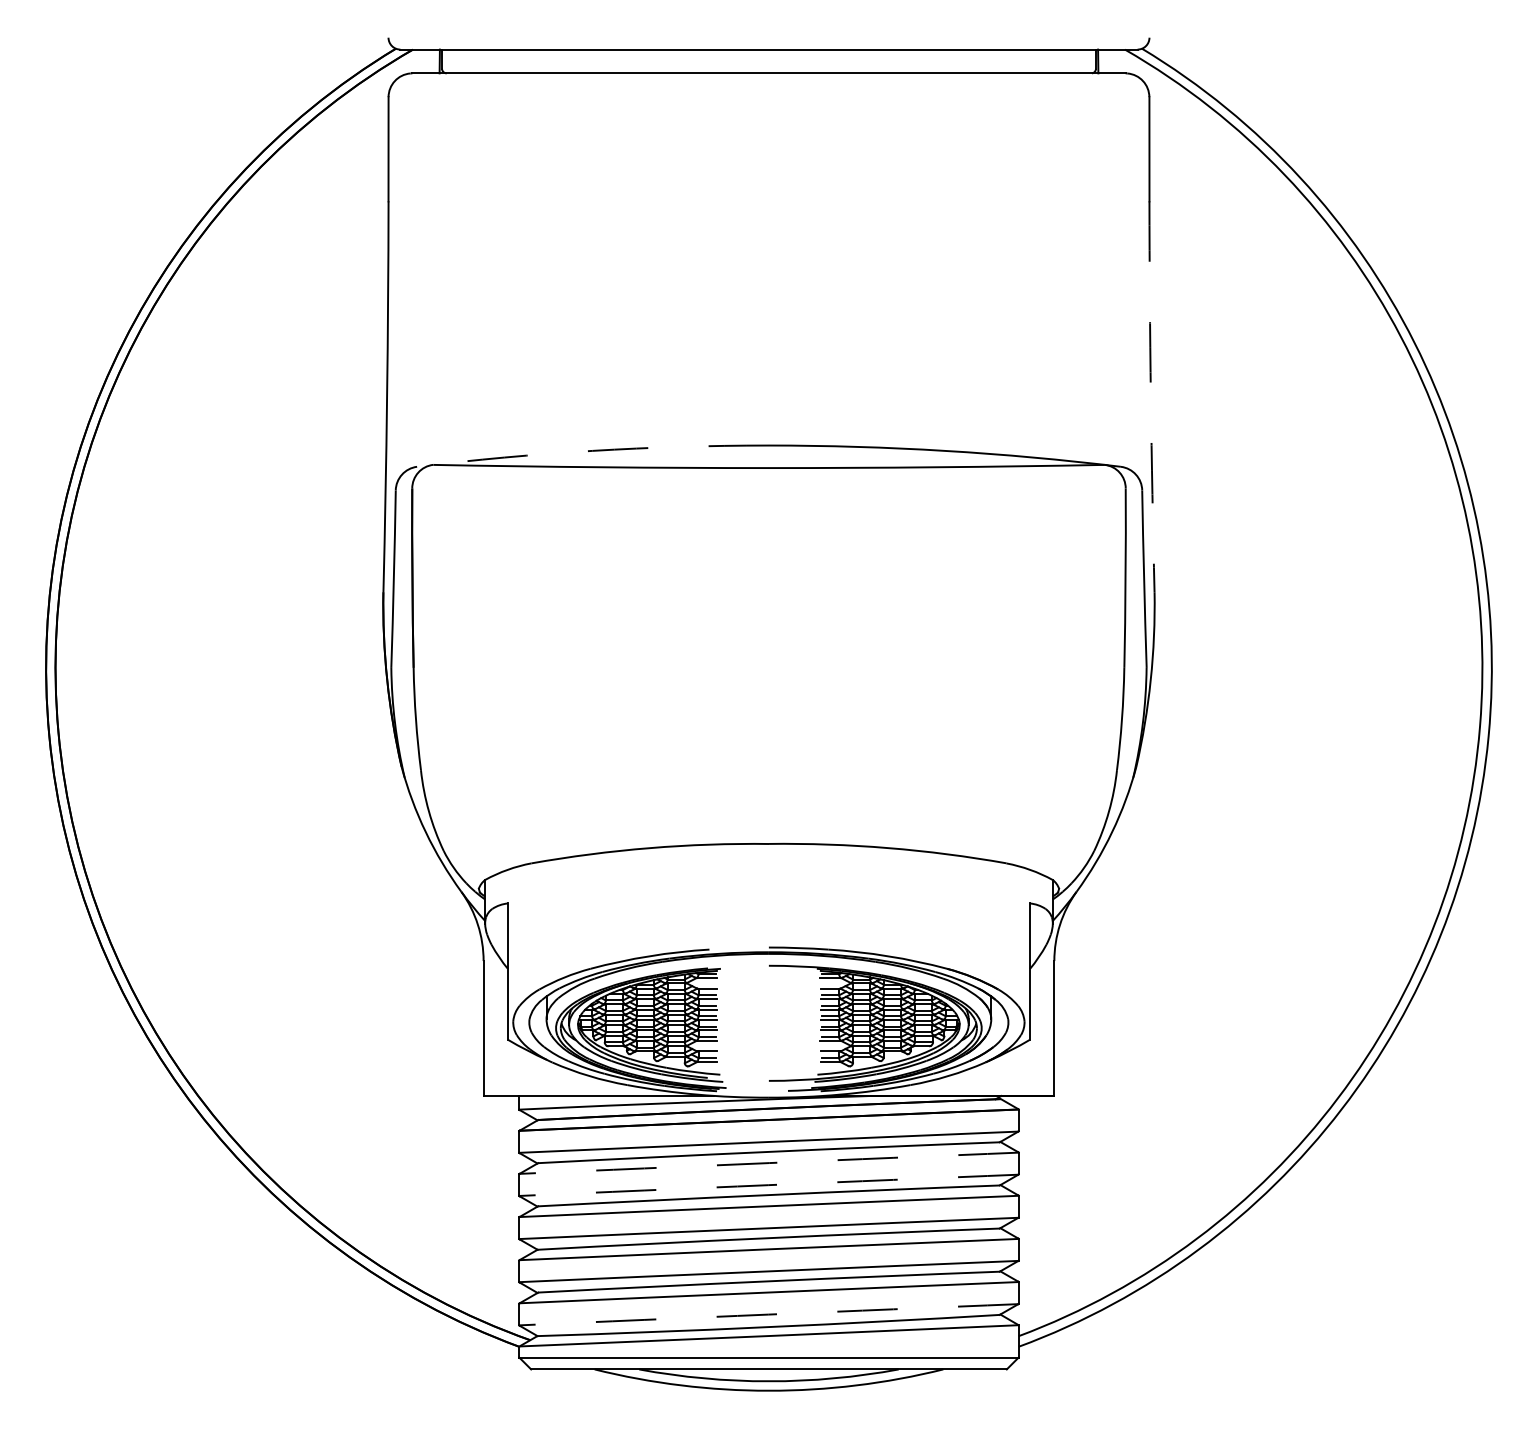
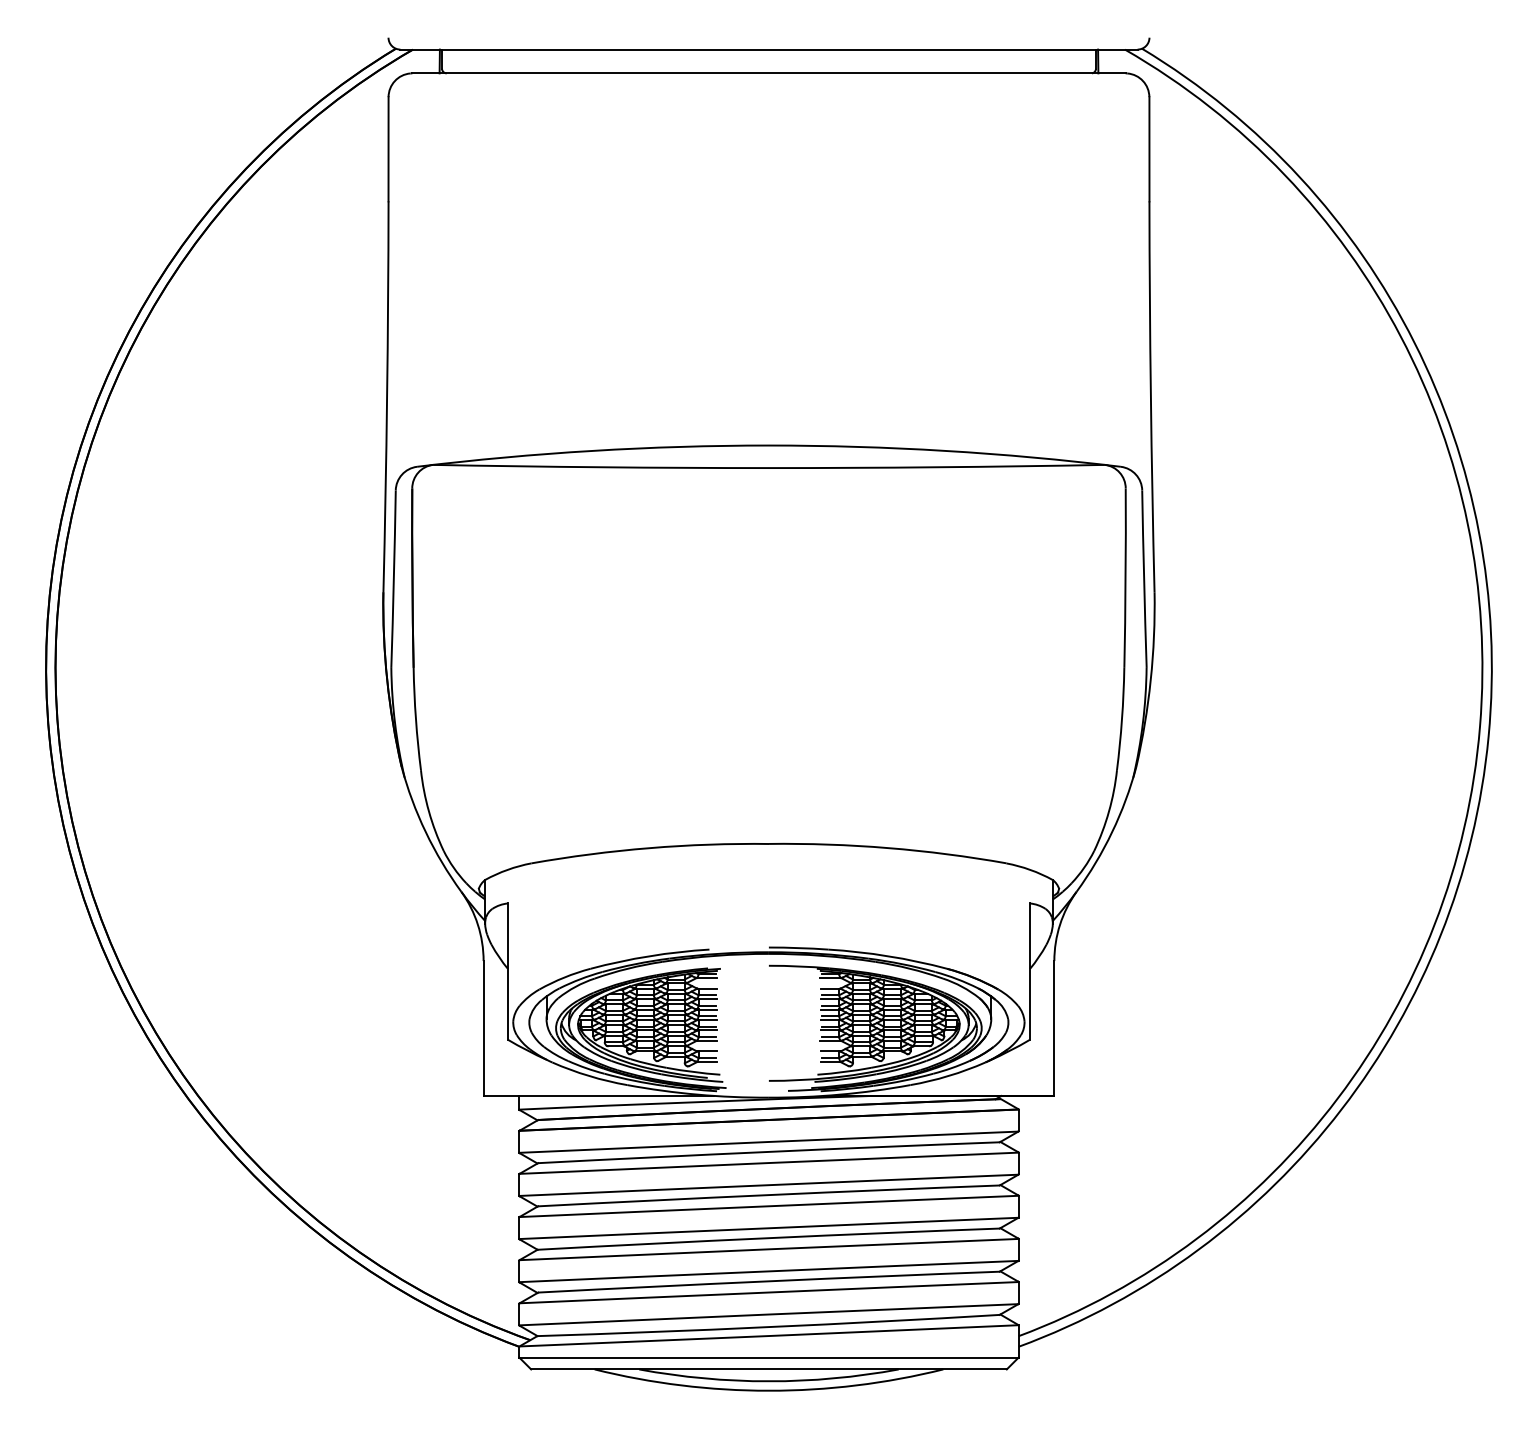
arc at (1150, 396): dashed -> solid
arc at (592, 450): dashed -> solid
arc at (769, 1163): dashed -> solid
arc at (768, 1185): dashed -> solid
arc at (768, 1314): dashed -> solid
